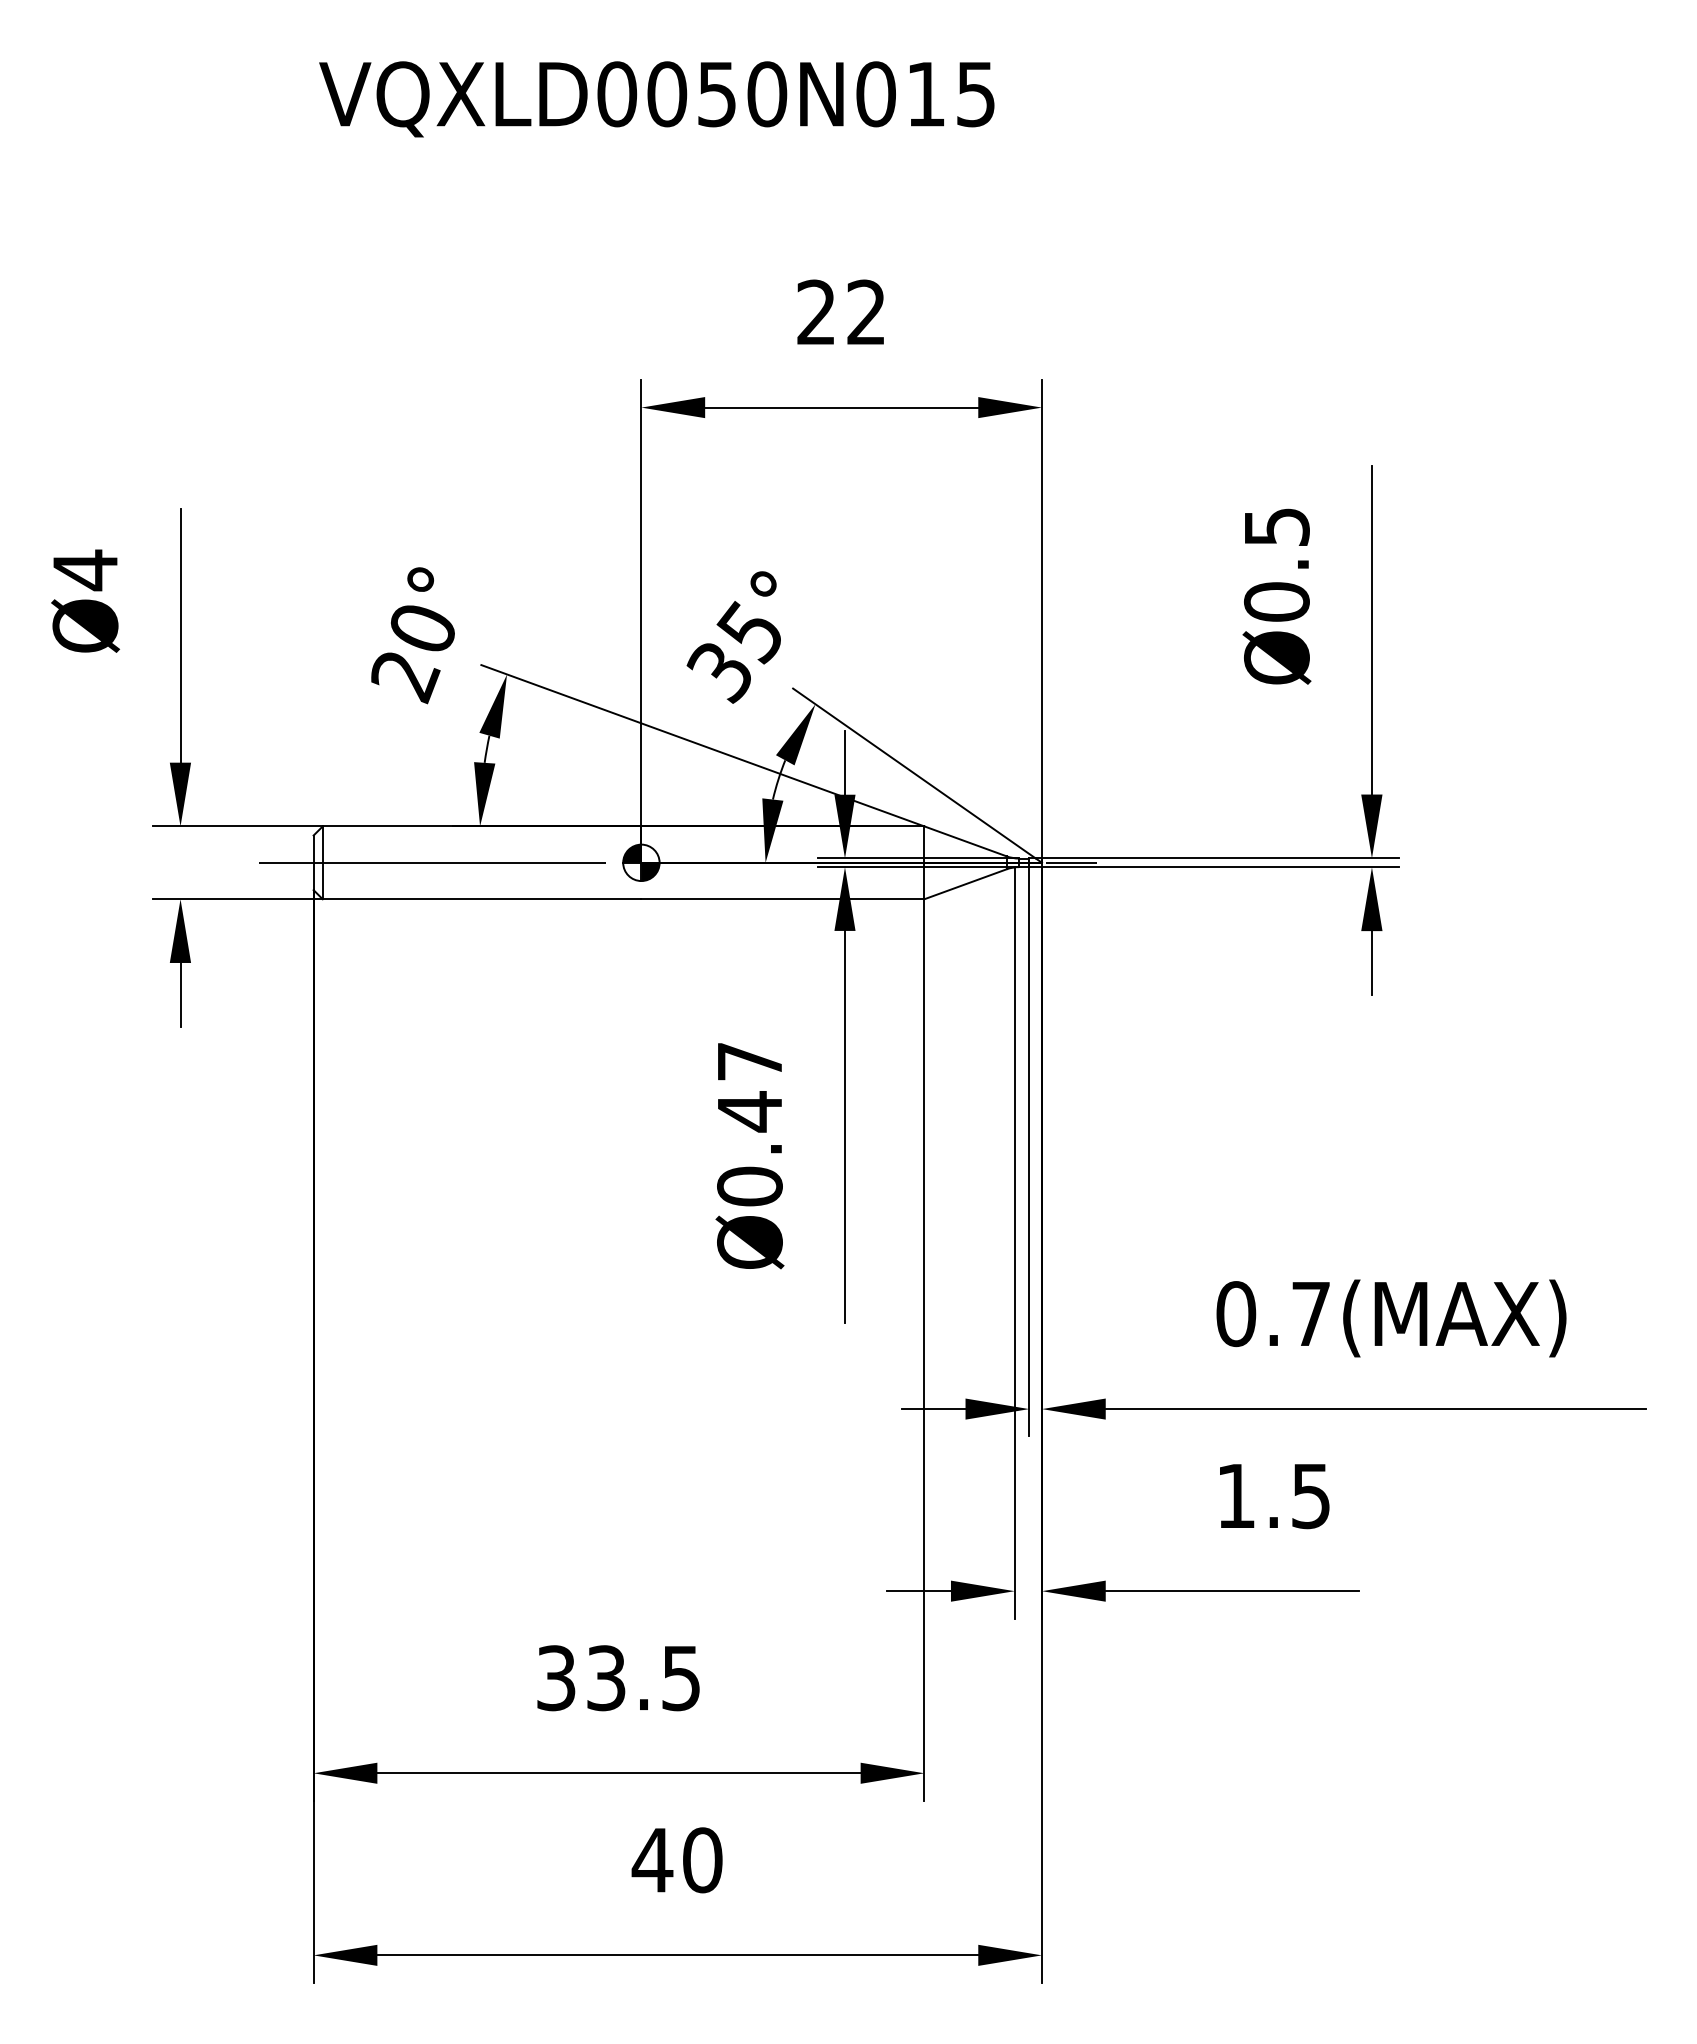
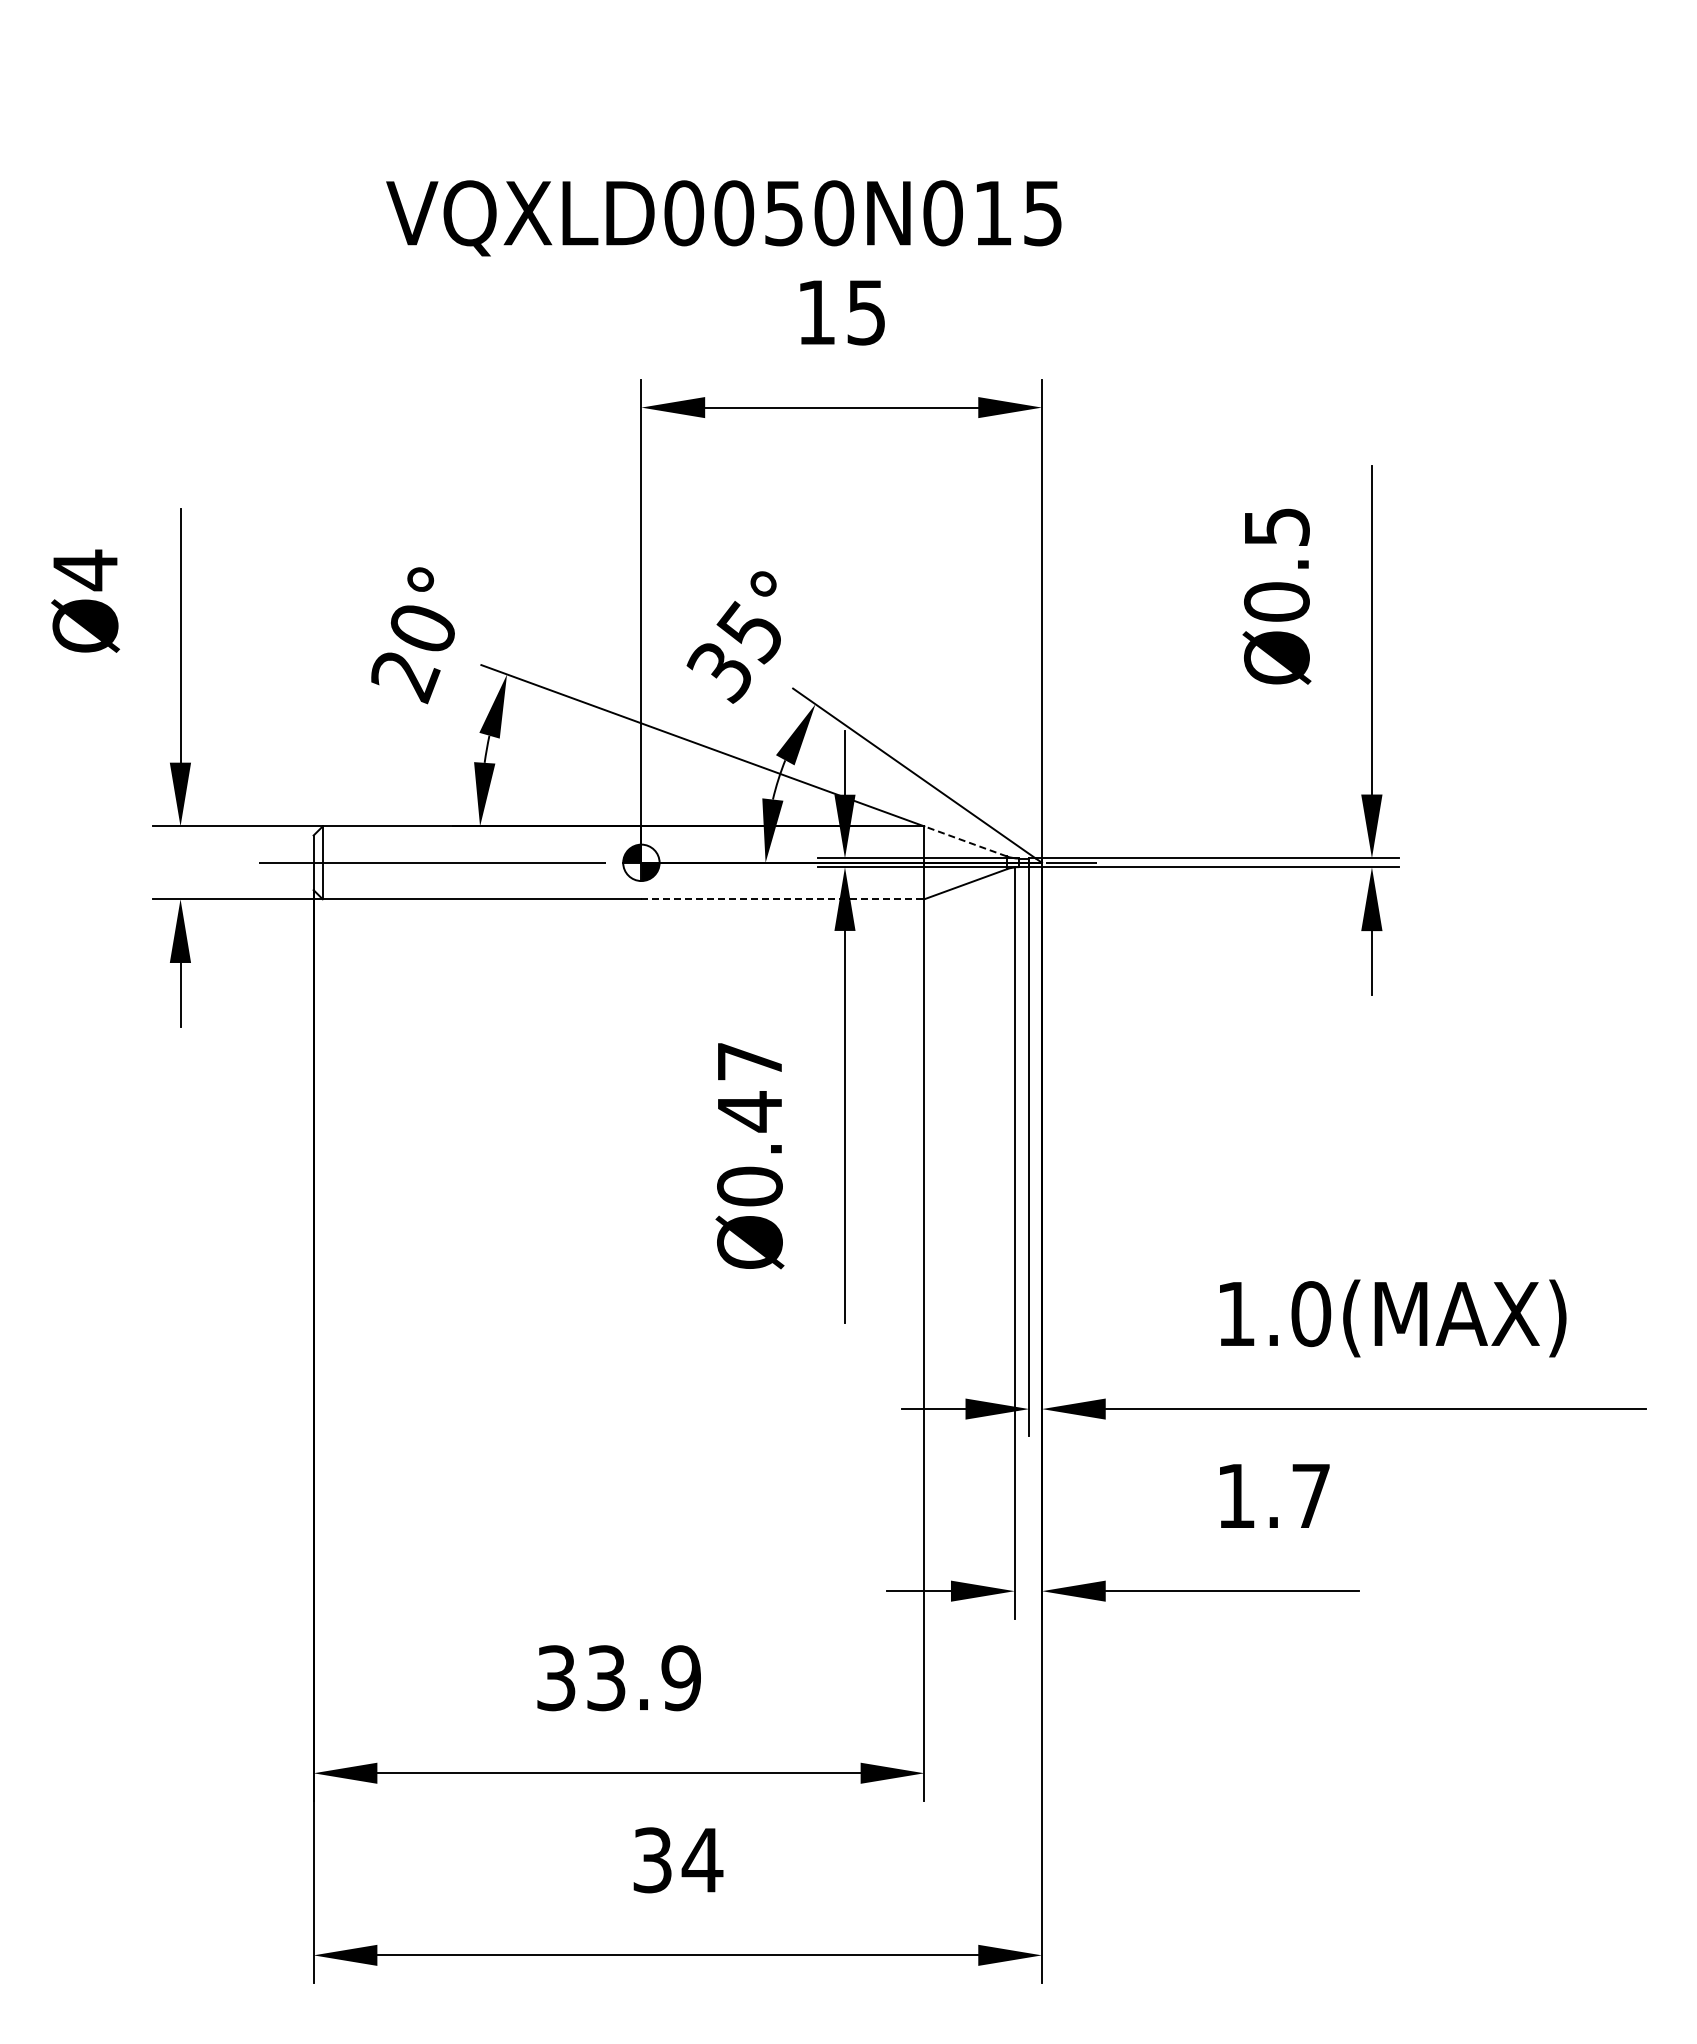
text at (656, 99) position: (656, 99) -> (723, 218)
text at (840, 312): 22 -> 15
line at (965, 841): solid -> dashed
line at (782, 899): solid -> dashed
text at (1273, 1314): 0.7(MAX) -> 1.0(MAX)
text at (1310, 1496): 1.5 -> 1.7
text at (680, 1678): 33.5 -> 33.9
text at (677, 1860): 40 -> 34
